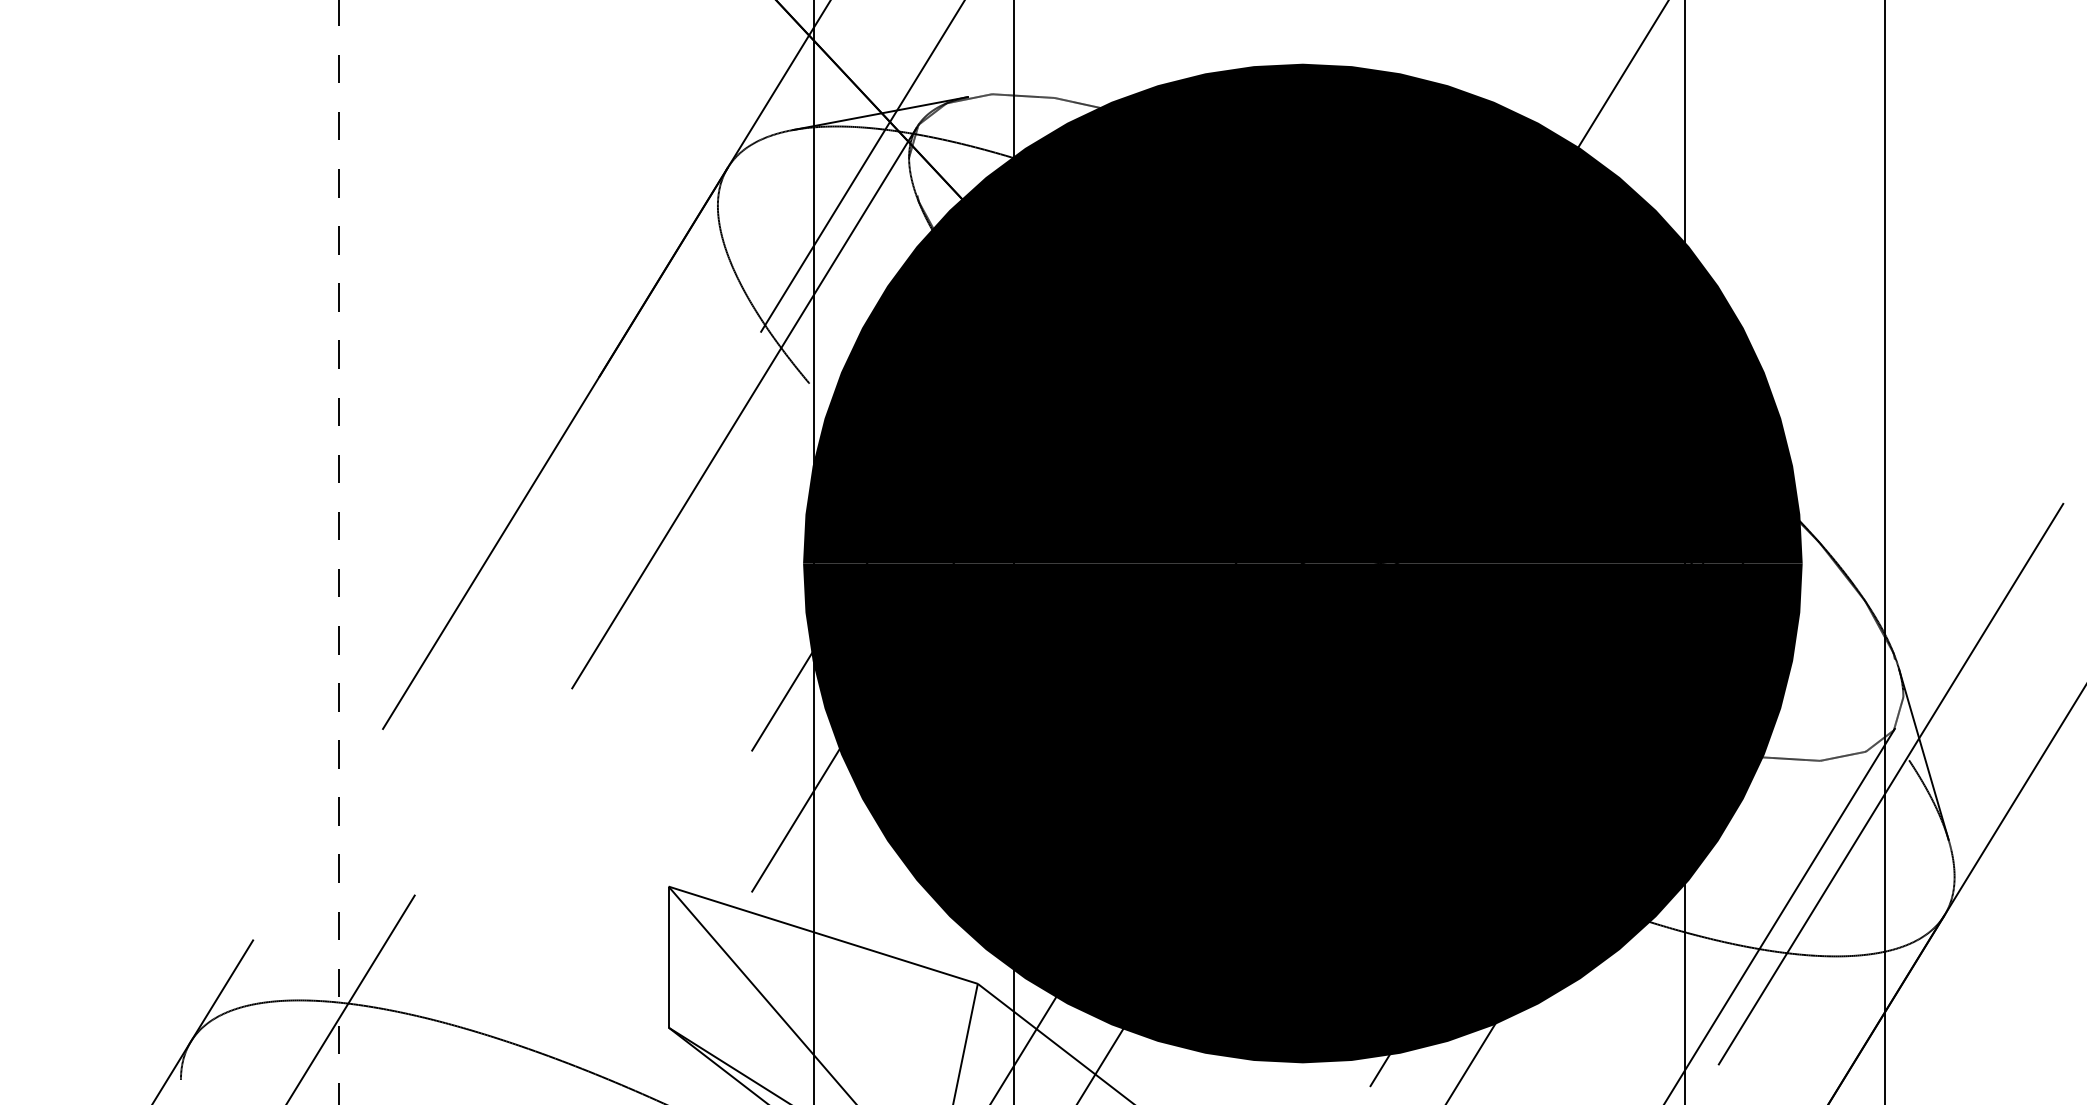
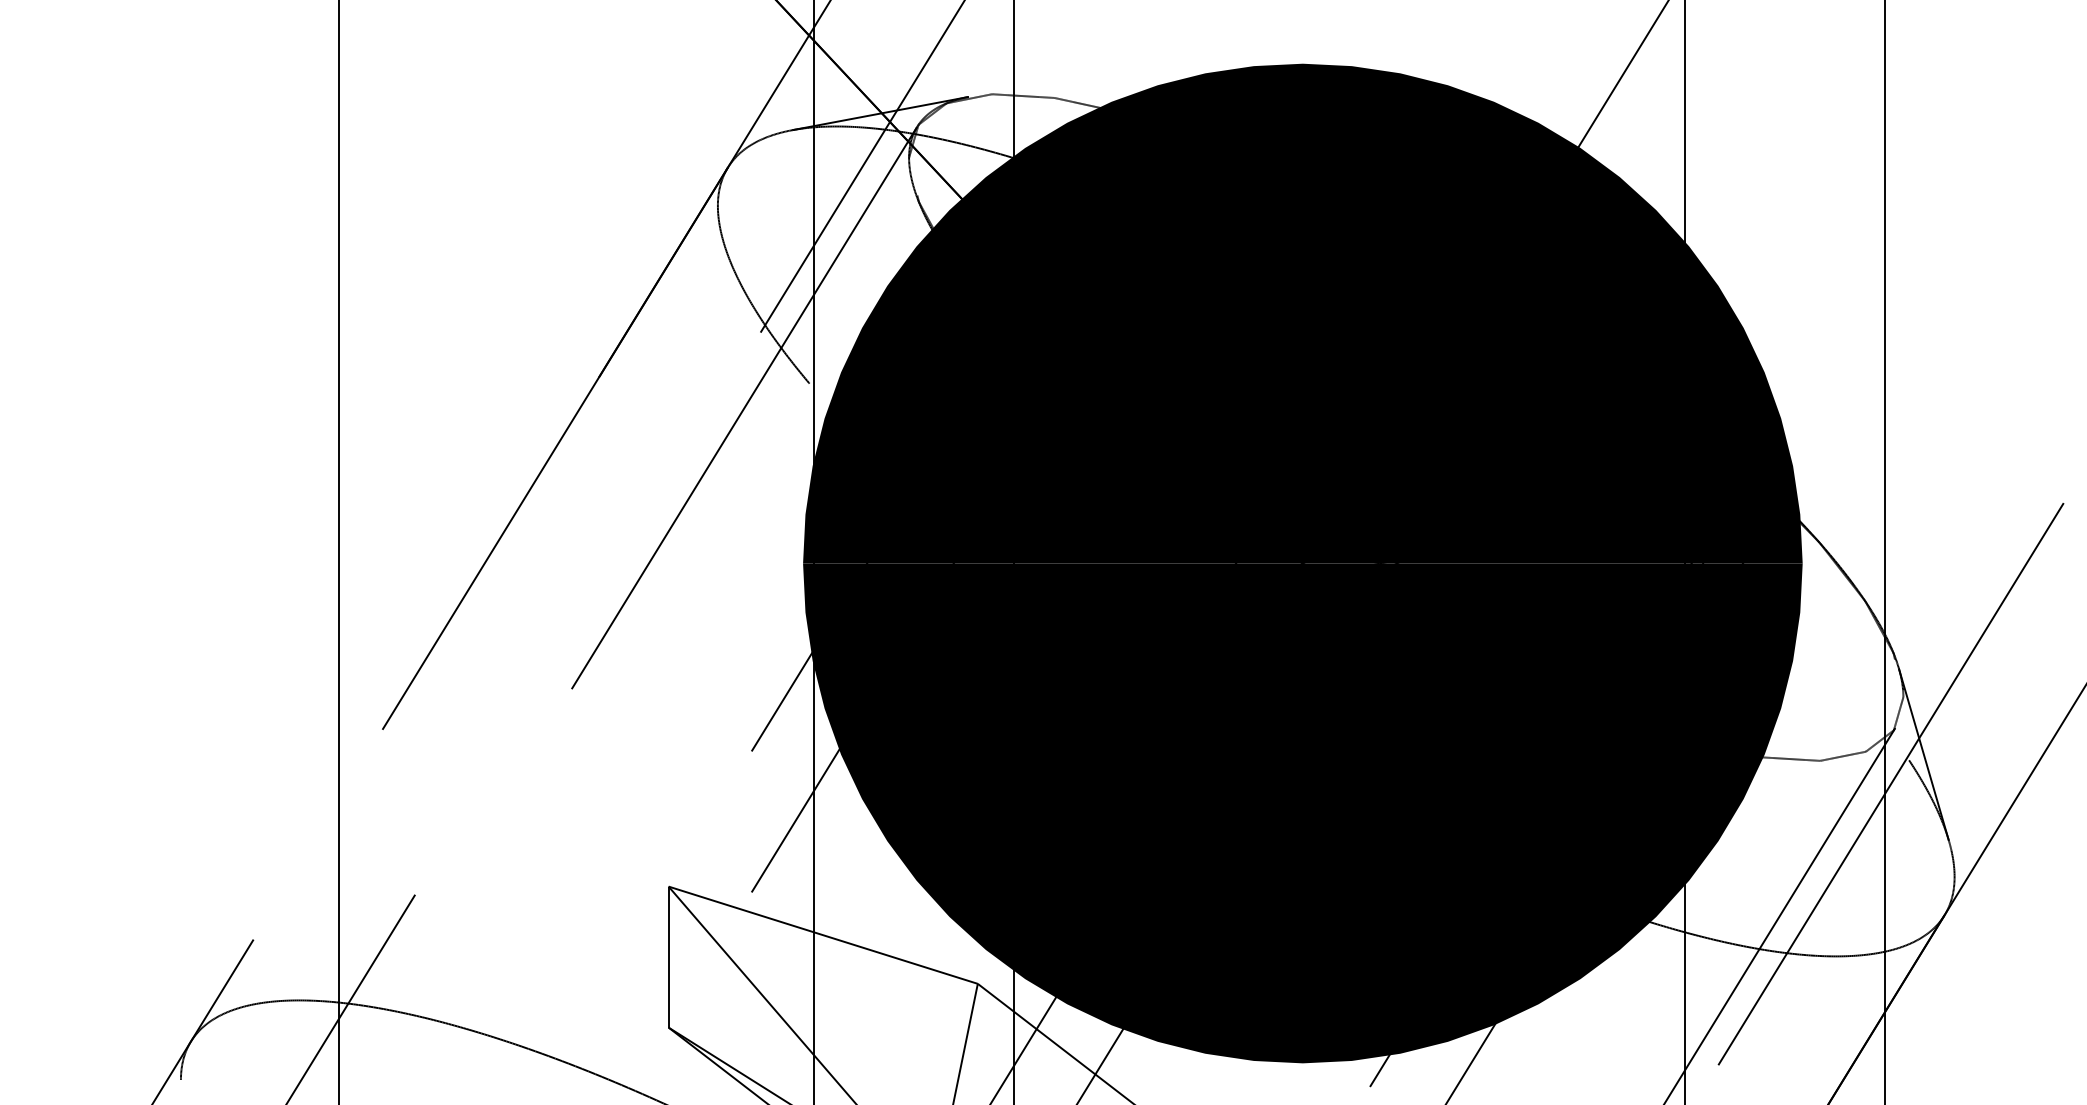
line at (339, 551): dashed -> solid
